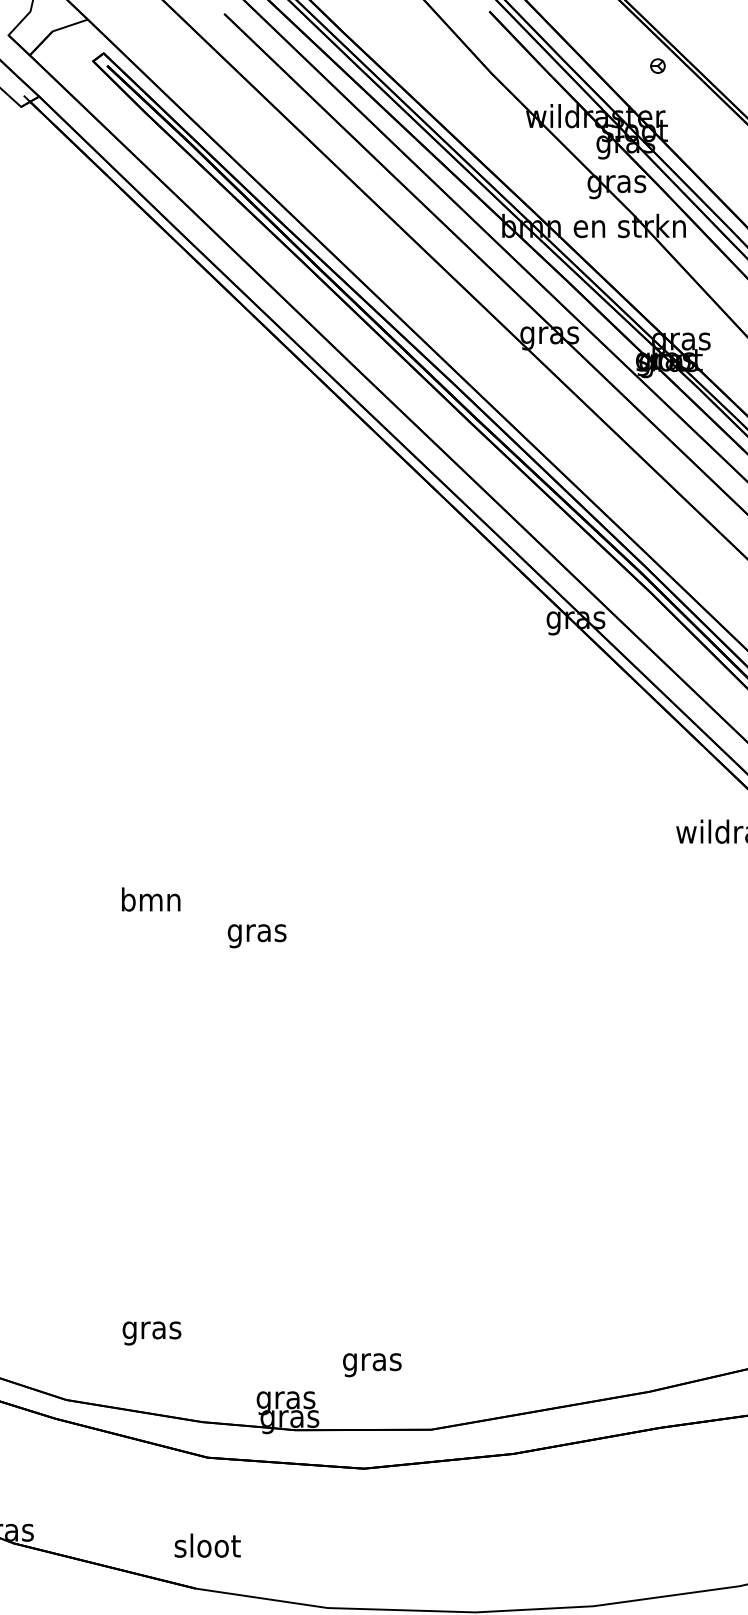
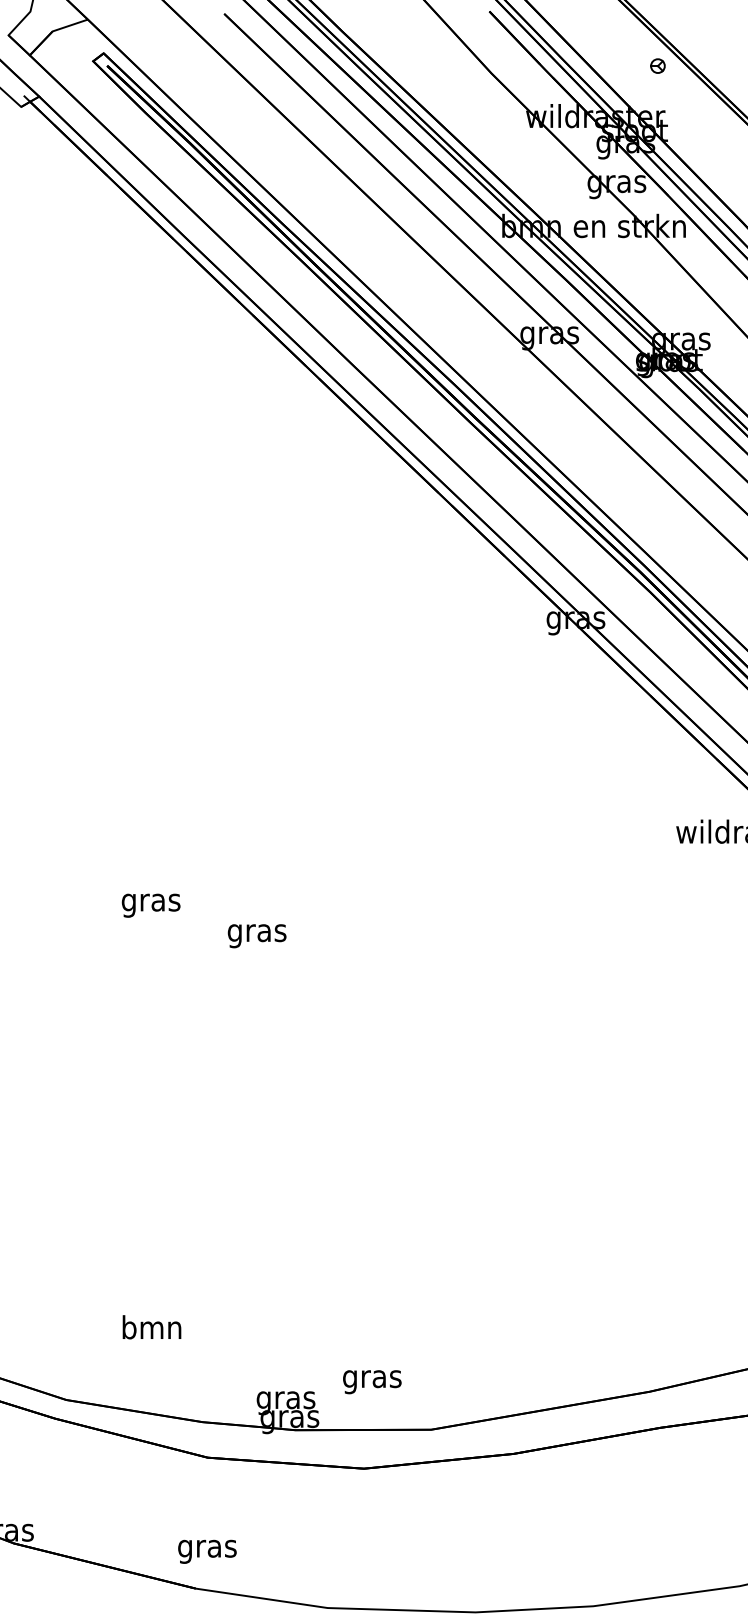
text at (151, 902): bmn -> gras
text at (151, 1330): gras -> bmn
text at (372, 1365) position: (372, 1365) -> (372, 1382)
text at (207, 1548): sloot -> gras
